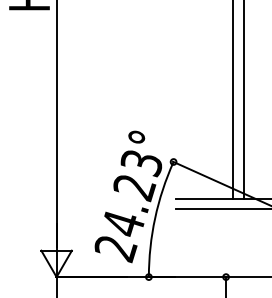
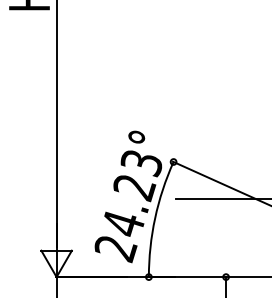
line at (232, 100): present -> none
line at (244, 100): present -> none
line at (222, 209): present -> none
